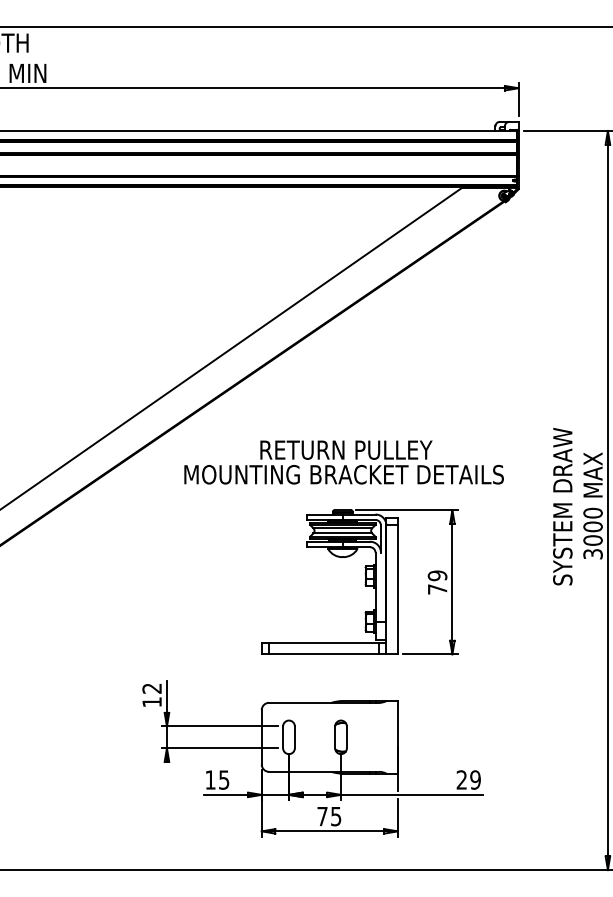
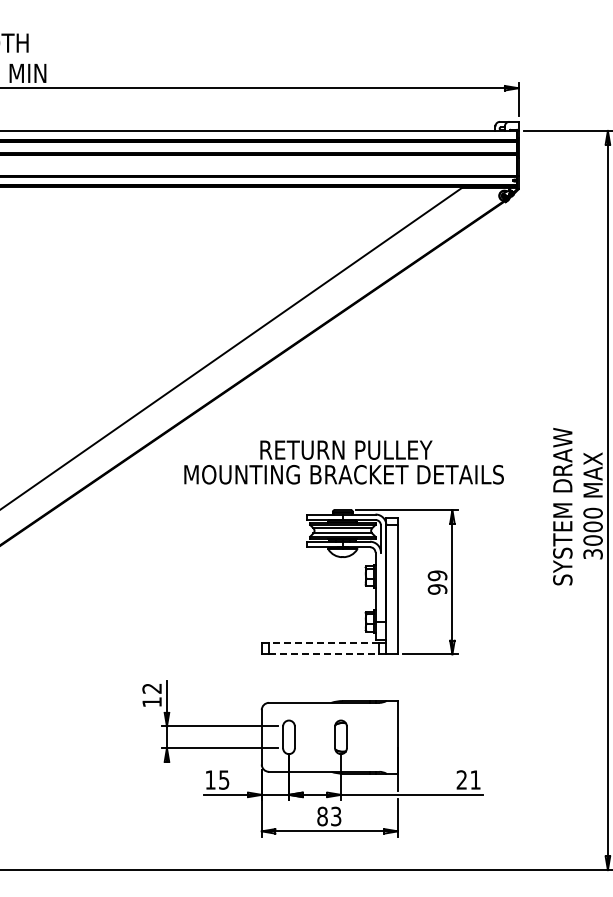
line at (305, 26): present -> none
text at (437, 589): 79 -> 99
line at (323, 642): solid -> dashed
line at (324, 654): solid -> dashed
text at (475, 779): 29 -> 21
text at (329, 816): 75 -> 83
